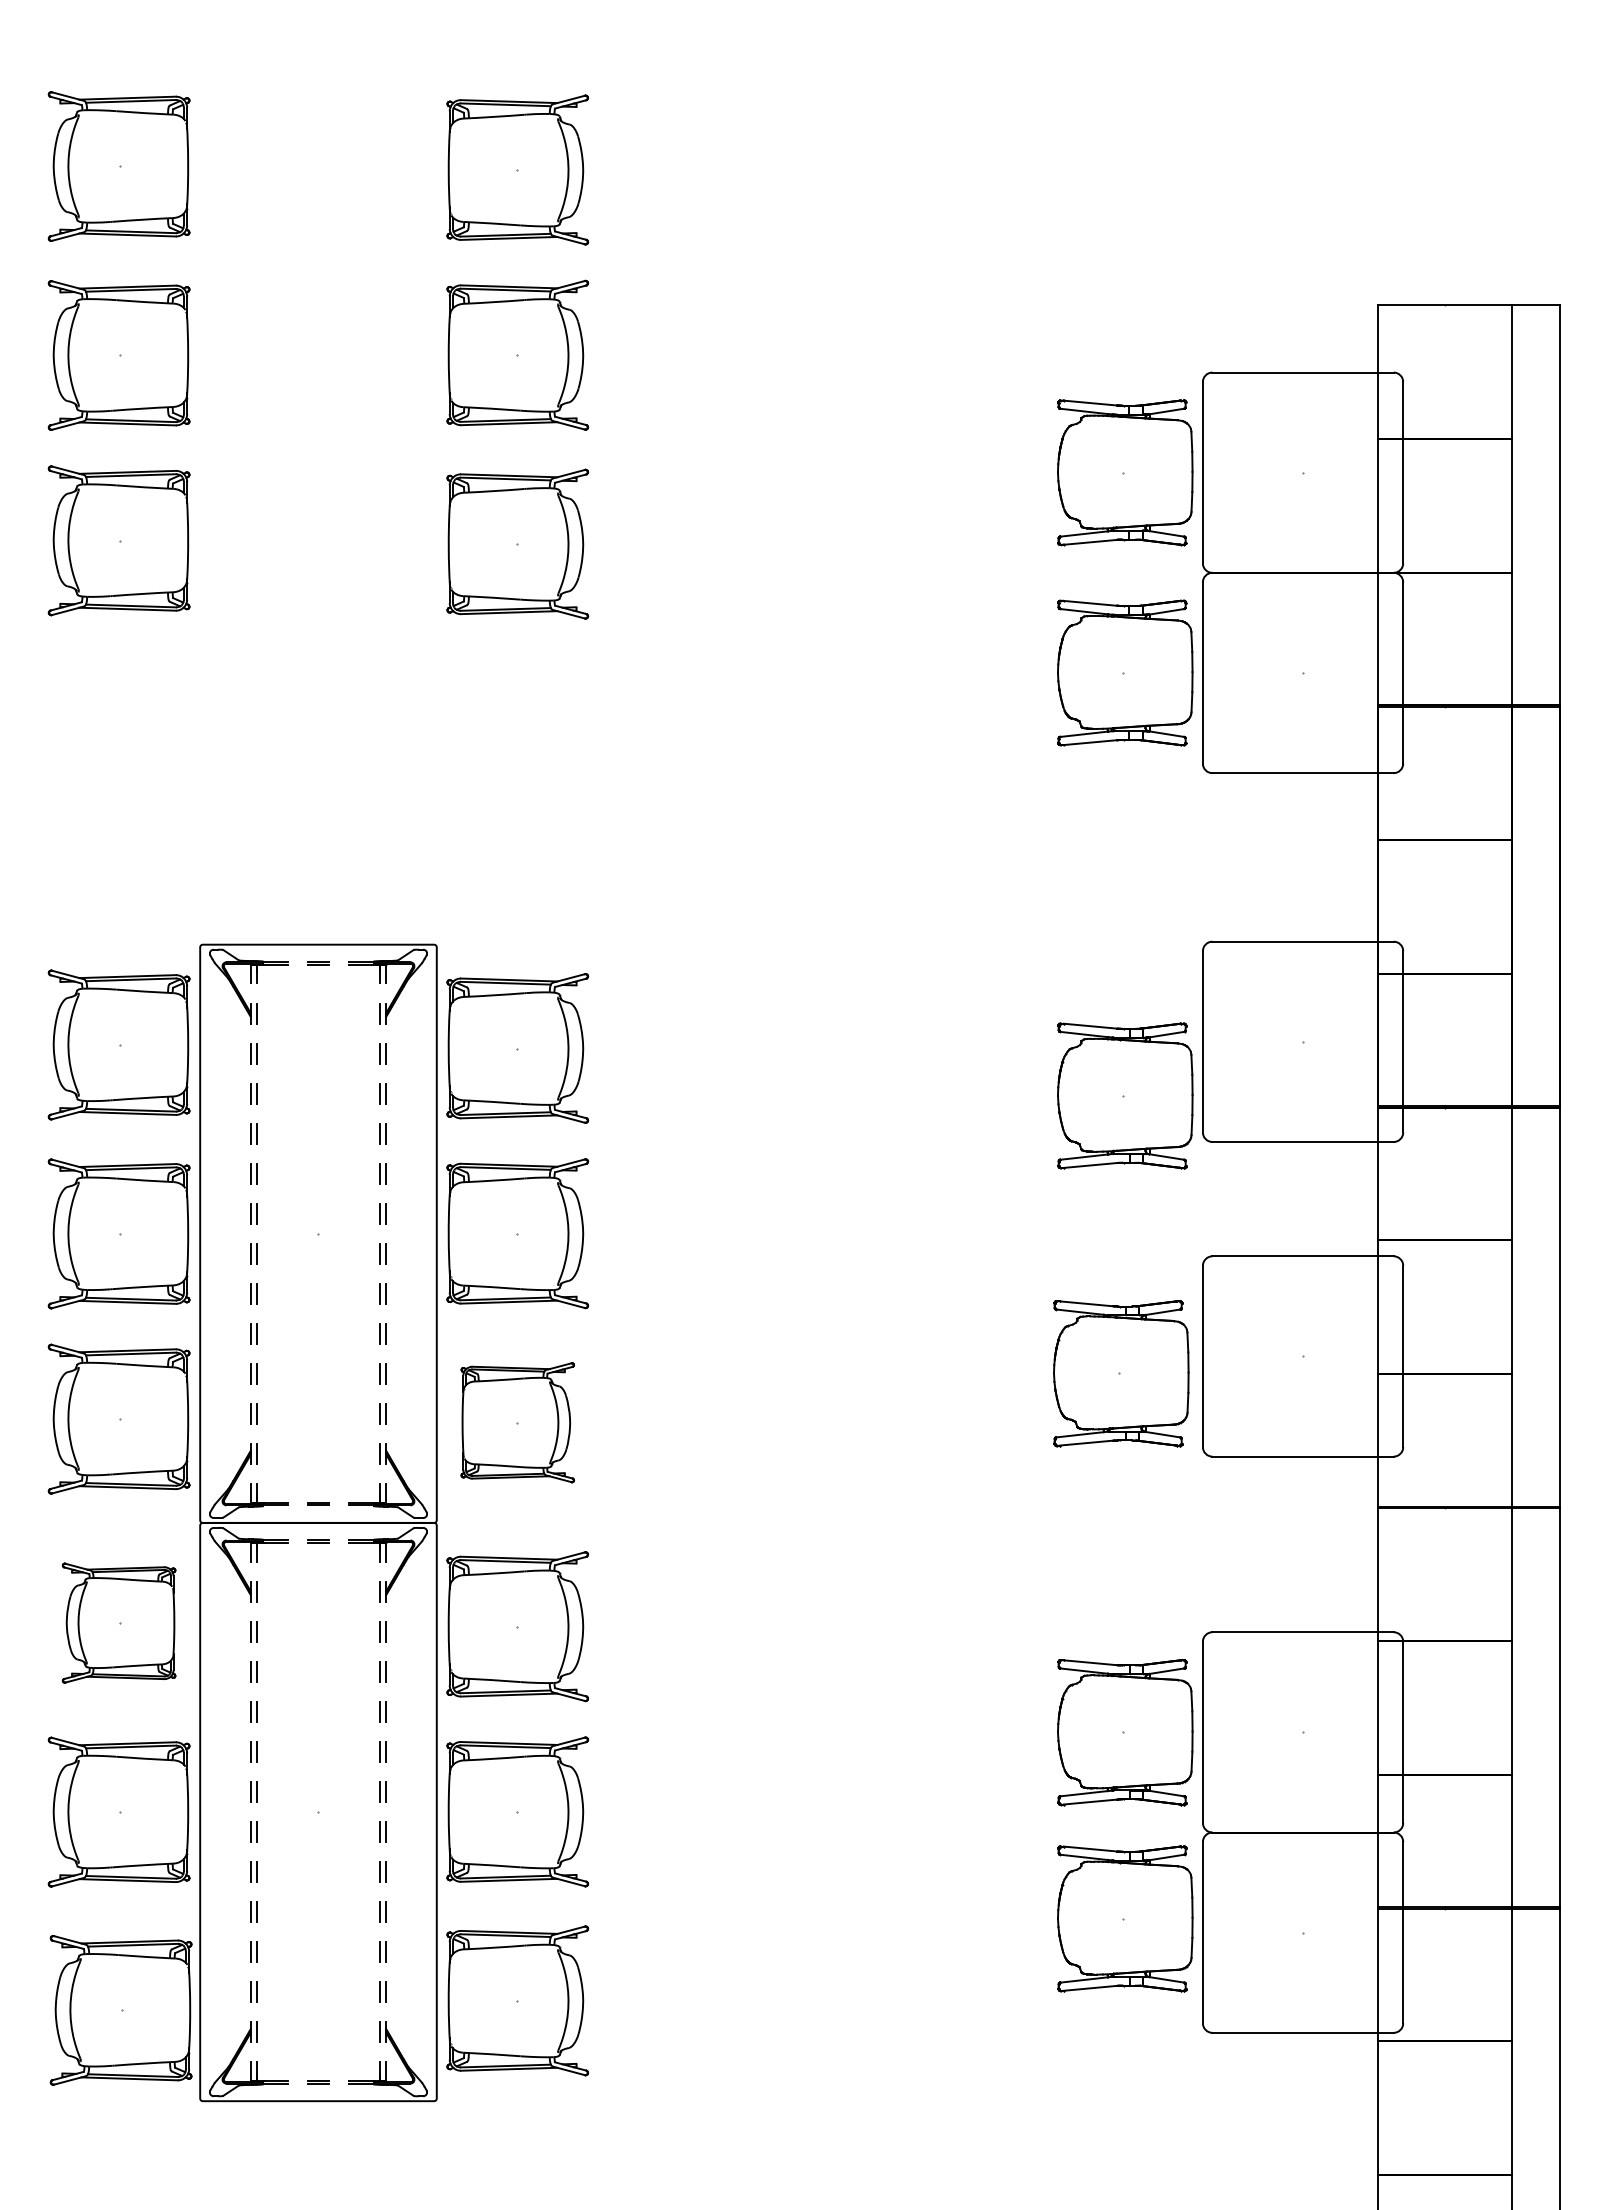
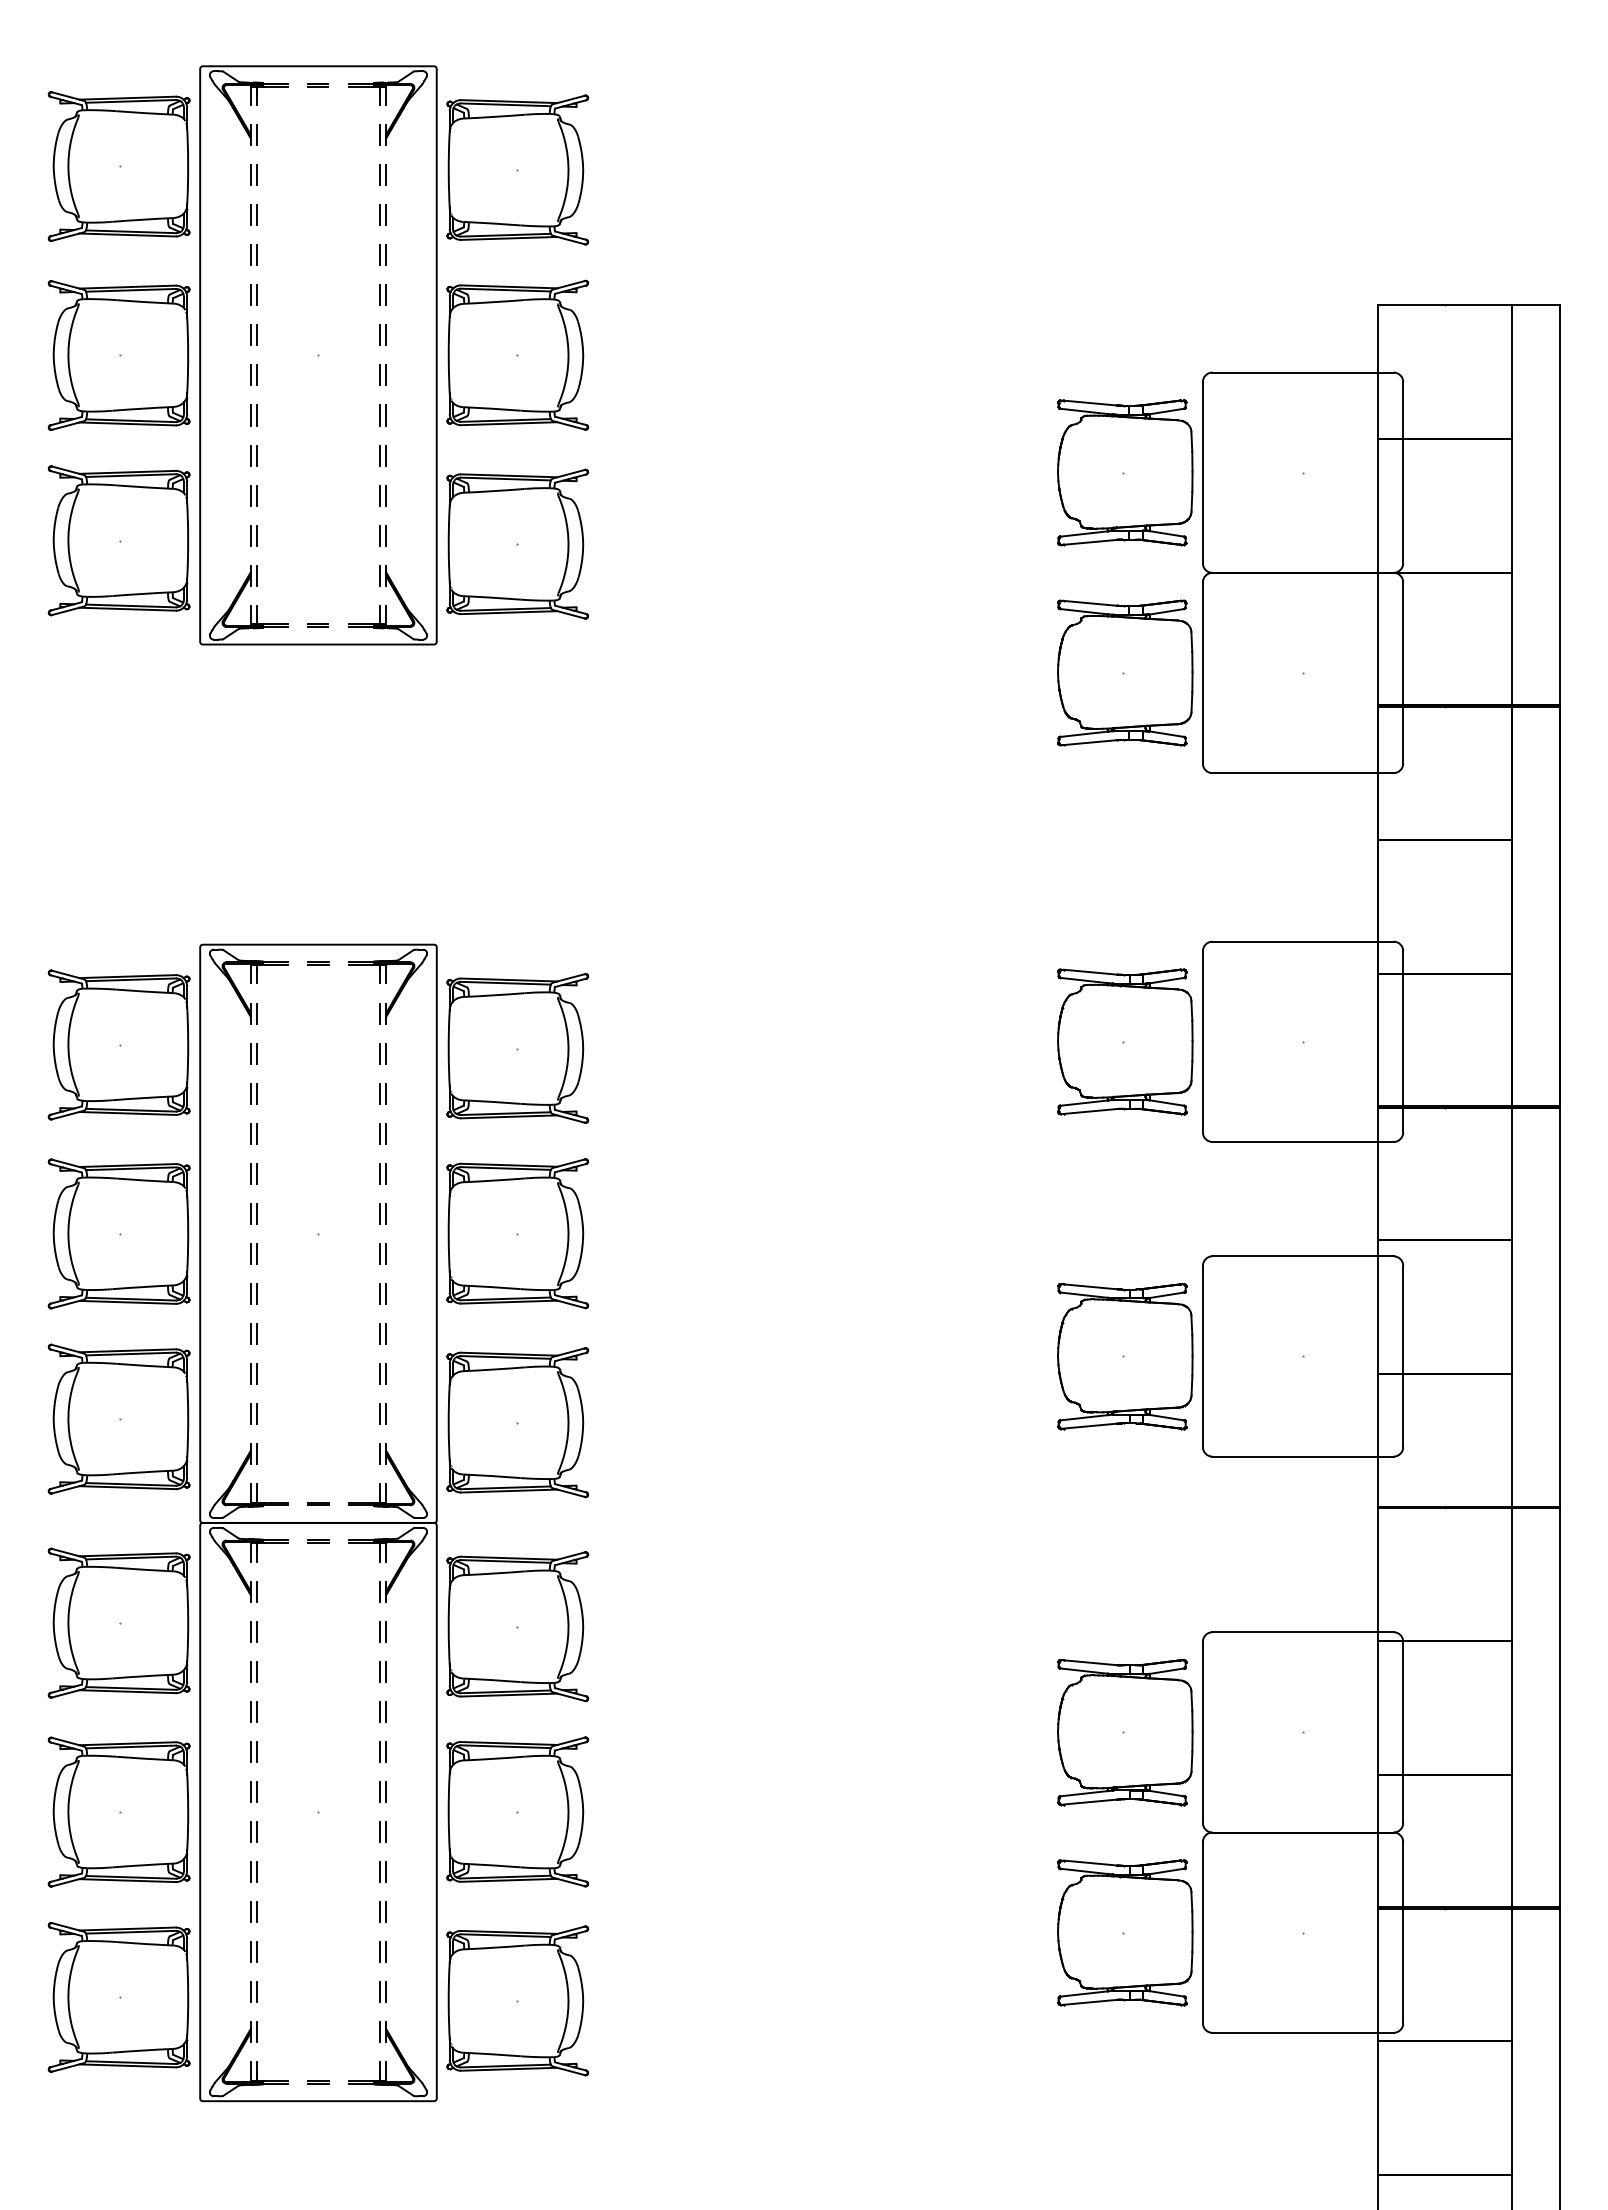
part at (318, 355): none -> present
part at (1125, 1095) position: (1125, 1095) -> (1125, 1041)
part at (1121, 1373) position: (1121, 1373) -> (1125, 1356)
part at (517, 1422) size: 116x122 px -> 144x152 px
part at (118, 1622) size: 116x122 px -> 144x152 px
part at (1125, 1918) position: (1125, 1918) -> (1125, 1932)
part at (120, 2010) position: (120, 2010) -> (118, 1997)
